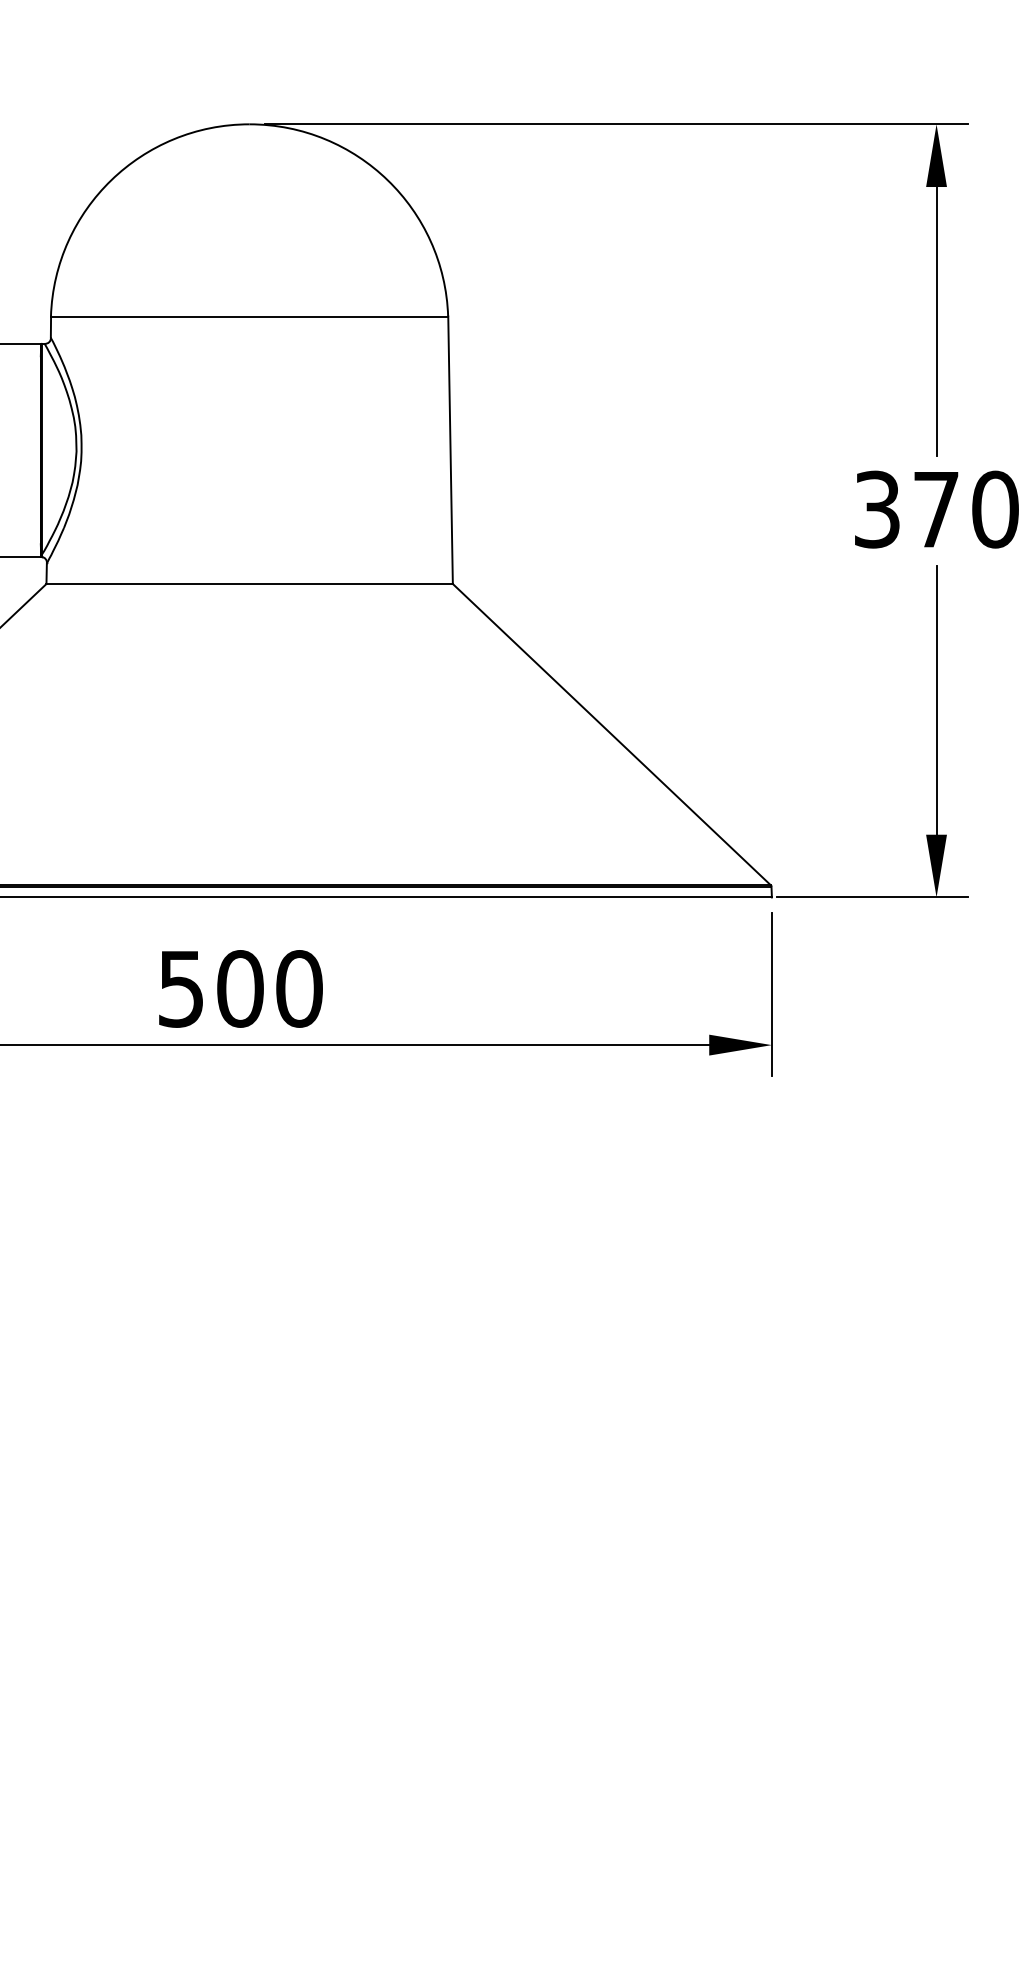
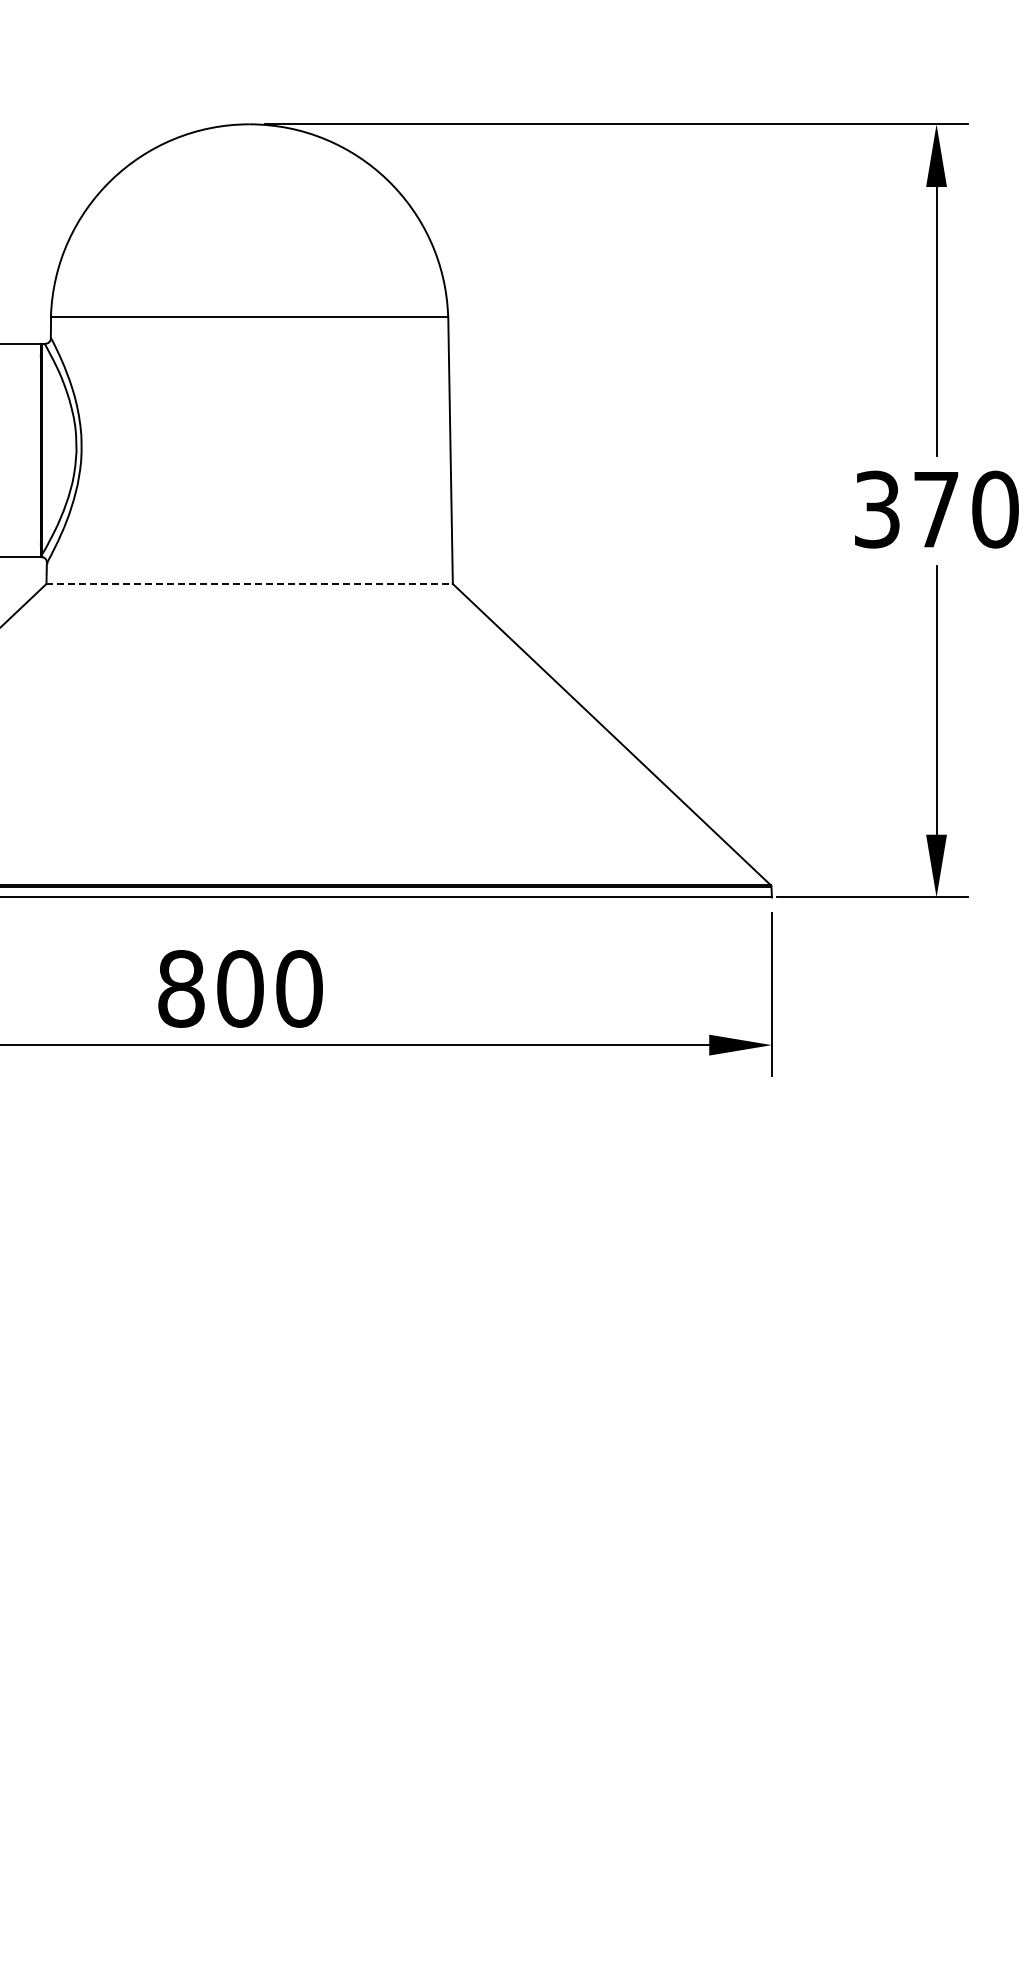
line at (250, 584): solid -> dashed
text at (181, 988): 500 -> 800
